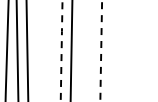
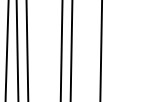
line at (61, 50): dashed -> solid
line at (101, 51): dashed -> solid
